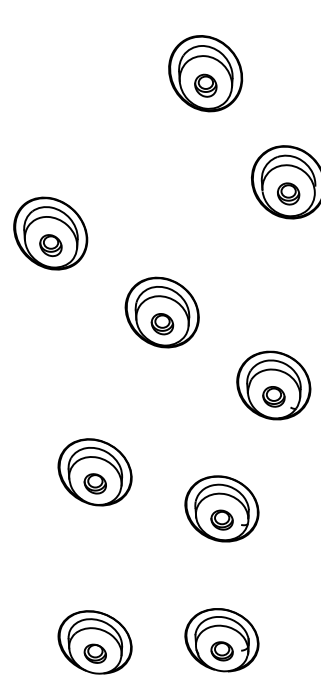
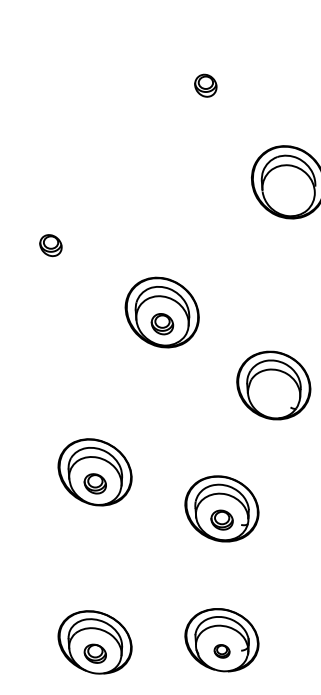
part at (205, 73): present -> none
part at (288, 193): present -> none
part at (50, 233): present -> none
part at (273, 396): present -> none
part at (221, 651) size: 24x21 px -> 18x15 px
